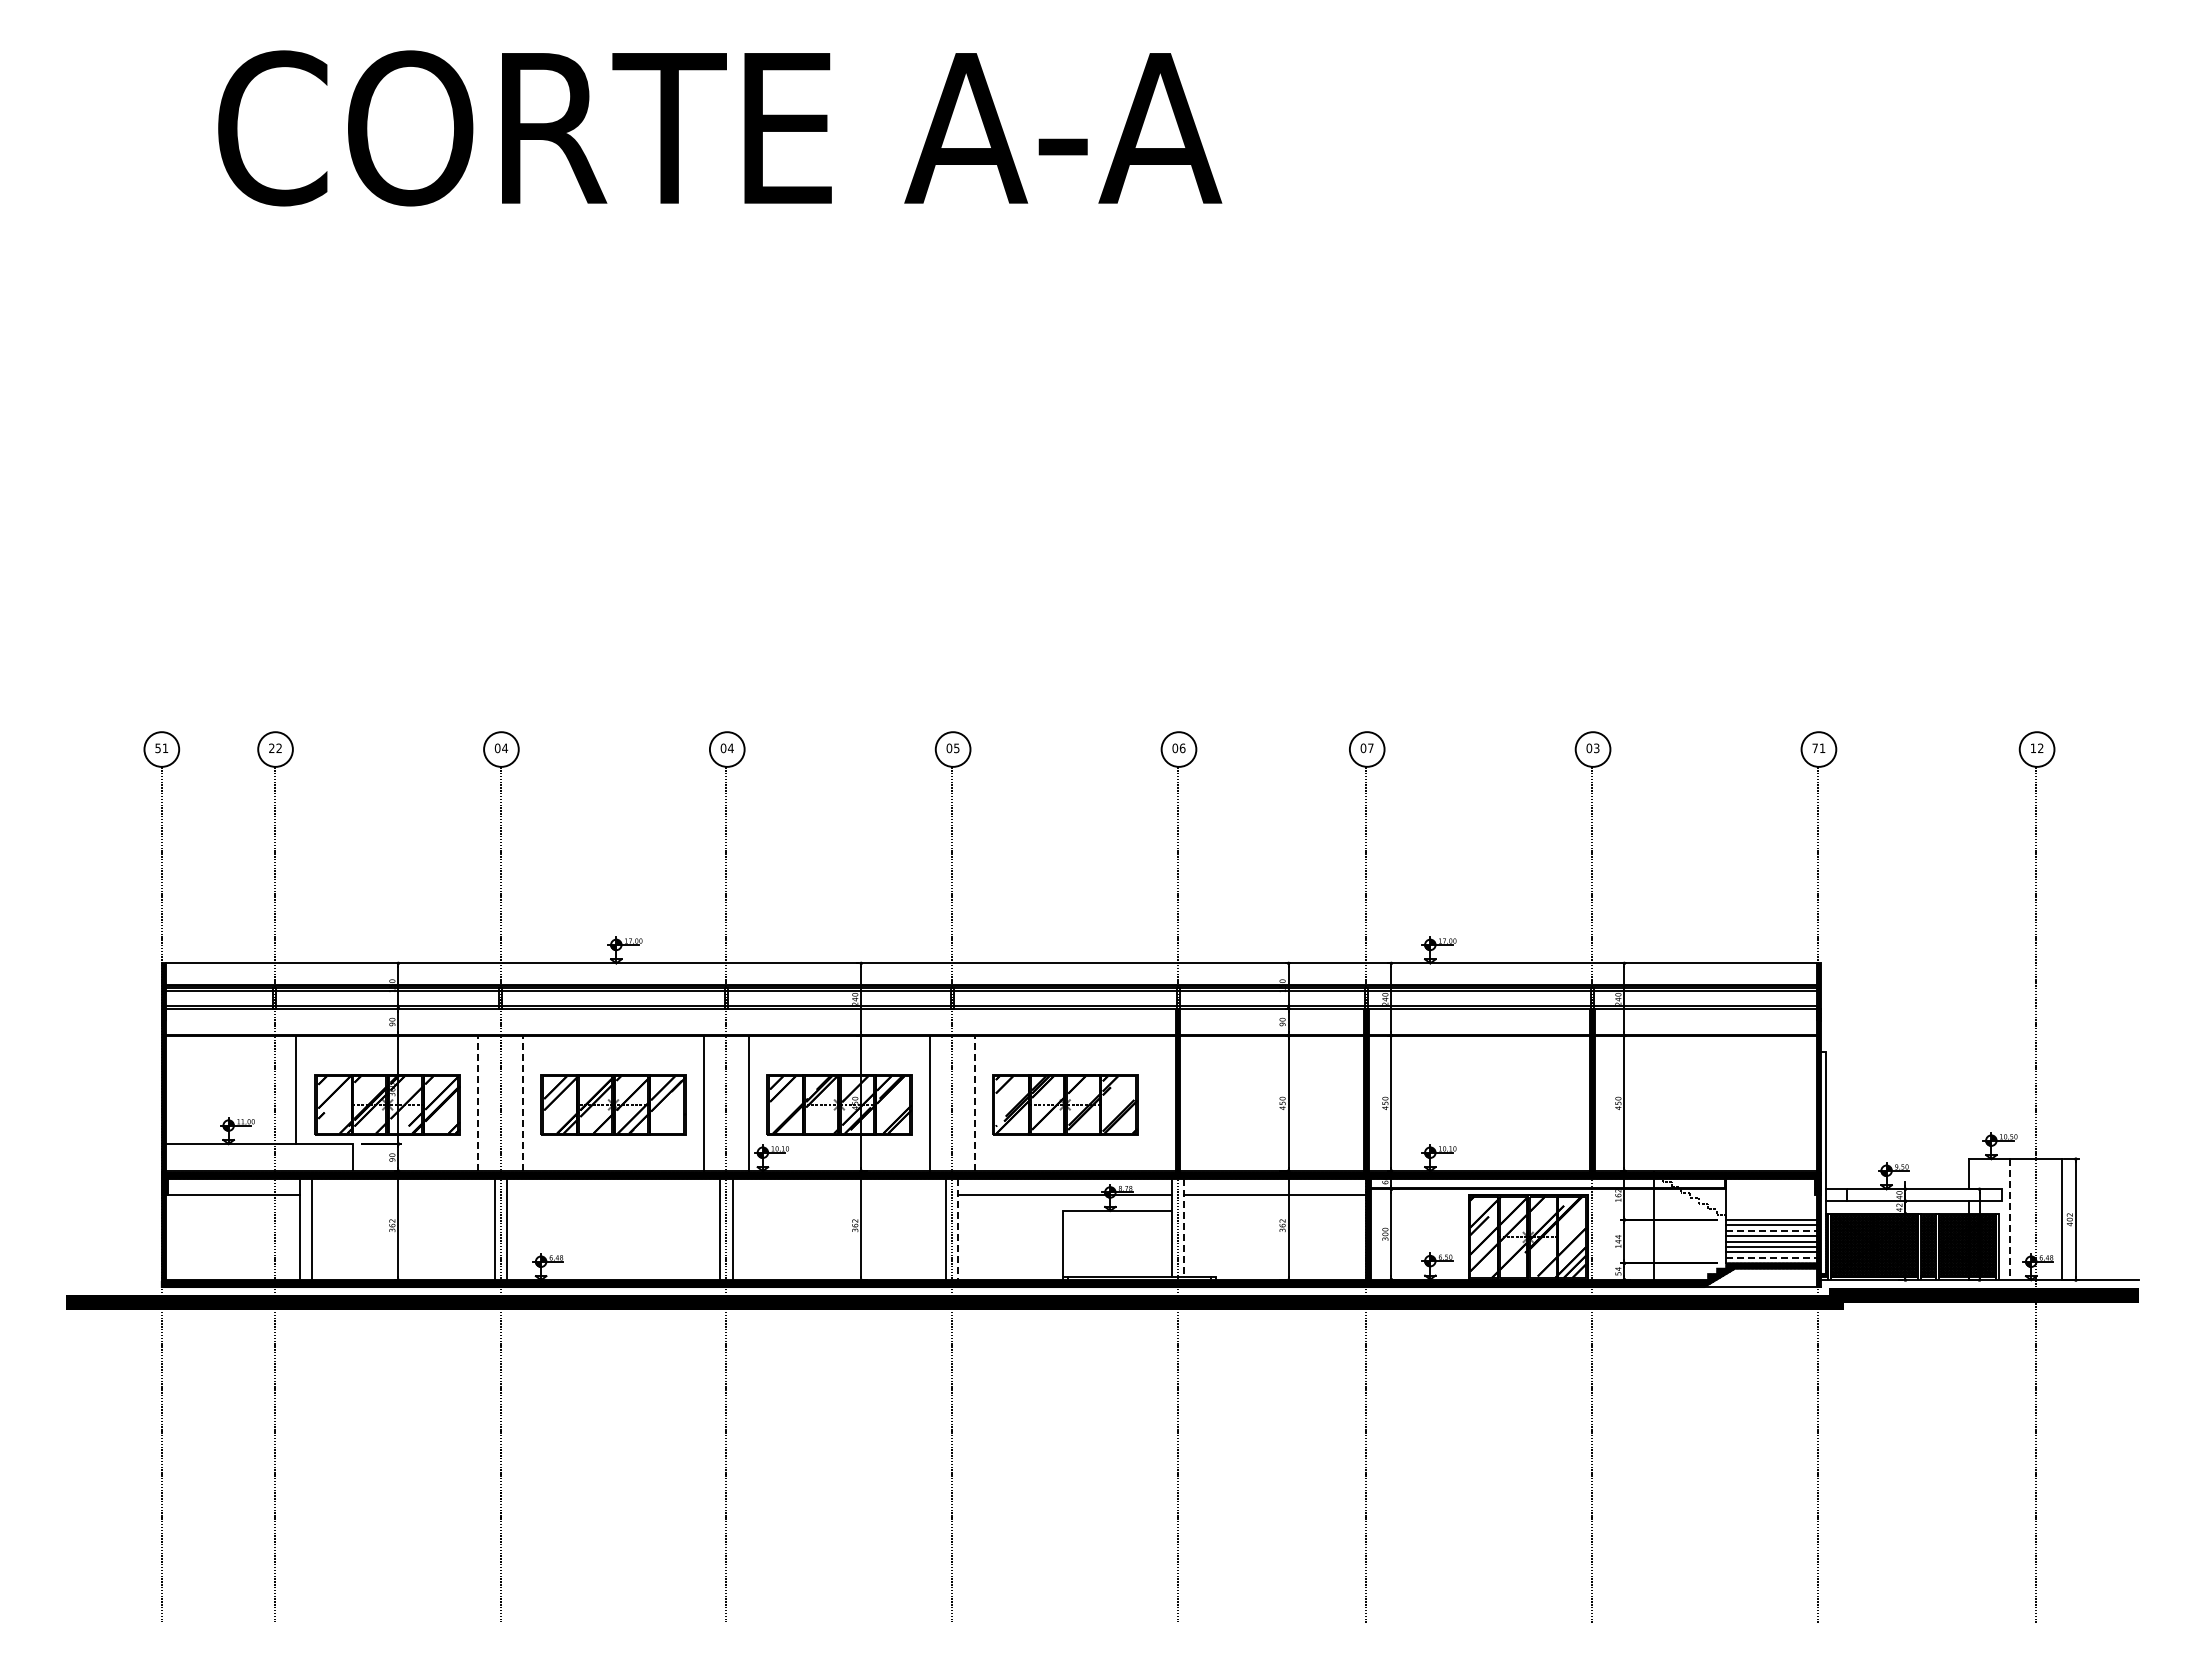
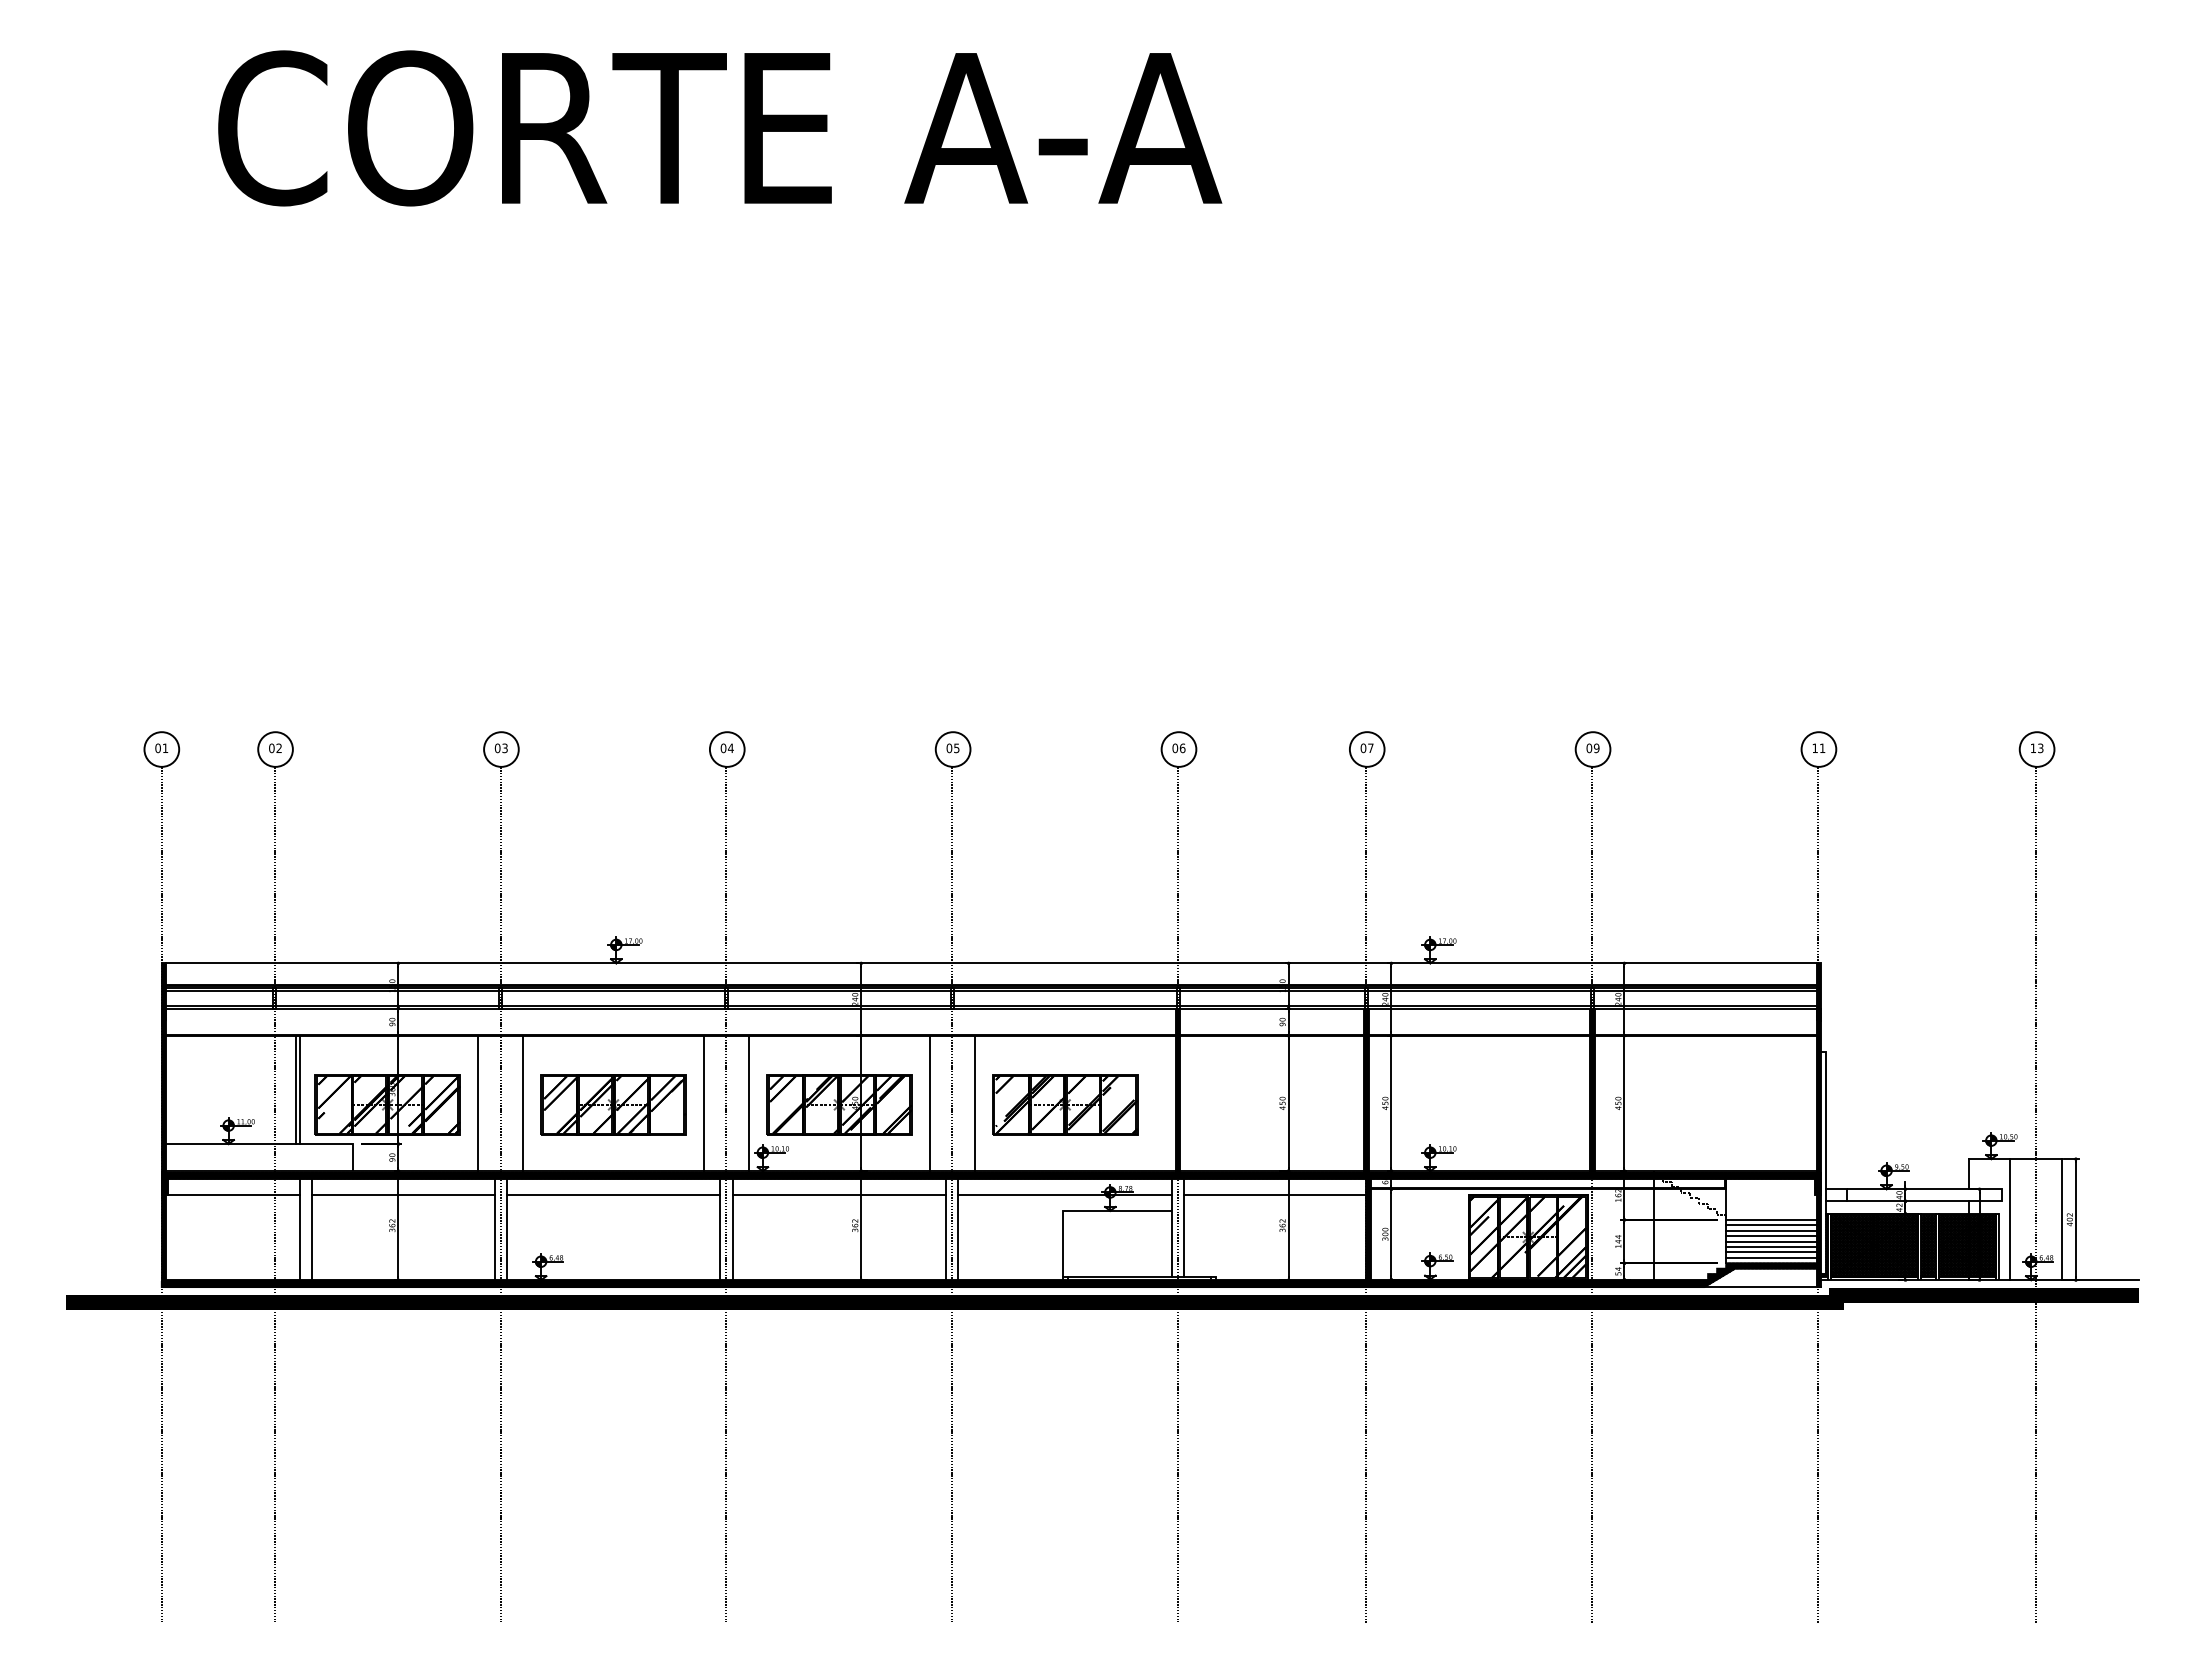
text at (1596, 747): 03 -> 09
text at (1814, 747): 71 -> 11
text at (157, 748): 51 -> 01
text at (271, 748): 22 -> 02
text at (505, 748): 04 -> 03
text at (2040, 748): 12 -> 13
line at (300, 1089): none -> present
line at (478, 1103): dashed -> solid
line at (523, 1103): dashed -> solid
line at (974, 1103): dashed -> solid
line at (403, 1195): none -> present
line at (613, 1195): none -> present
line at (839, 1195): none -> present
line at (2009, 1219): dashed -> solid
line at (1184, 1227): dashed -> solid
line at (958, 1229): dashed -> solid
line at (1771, 1230): dashed -> solid
line at (1771, 1257): dashed -> solid
